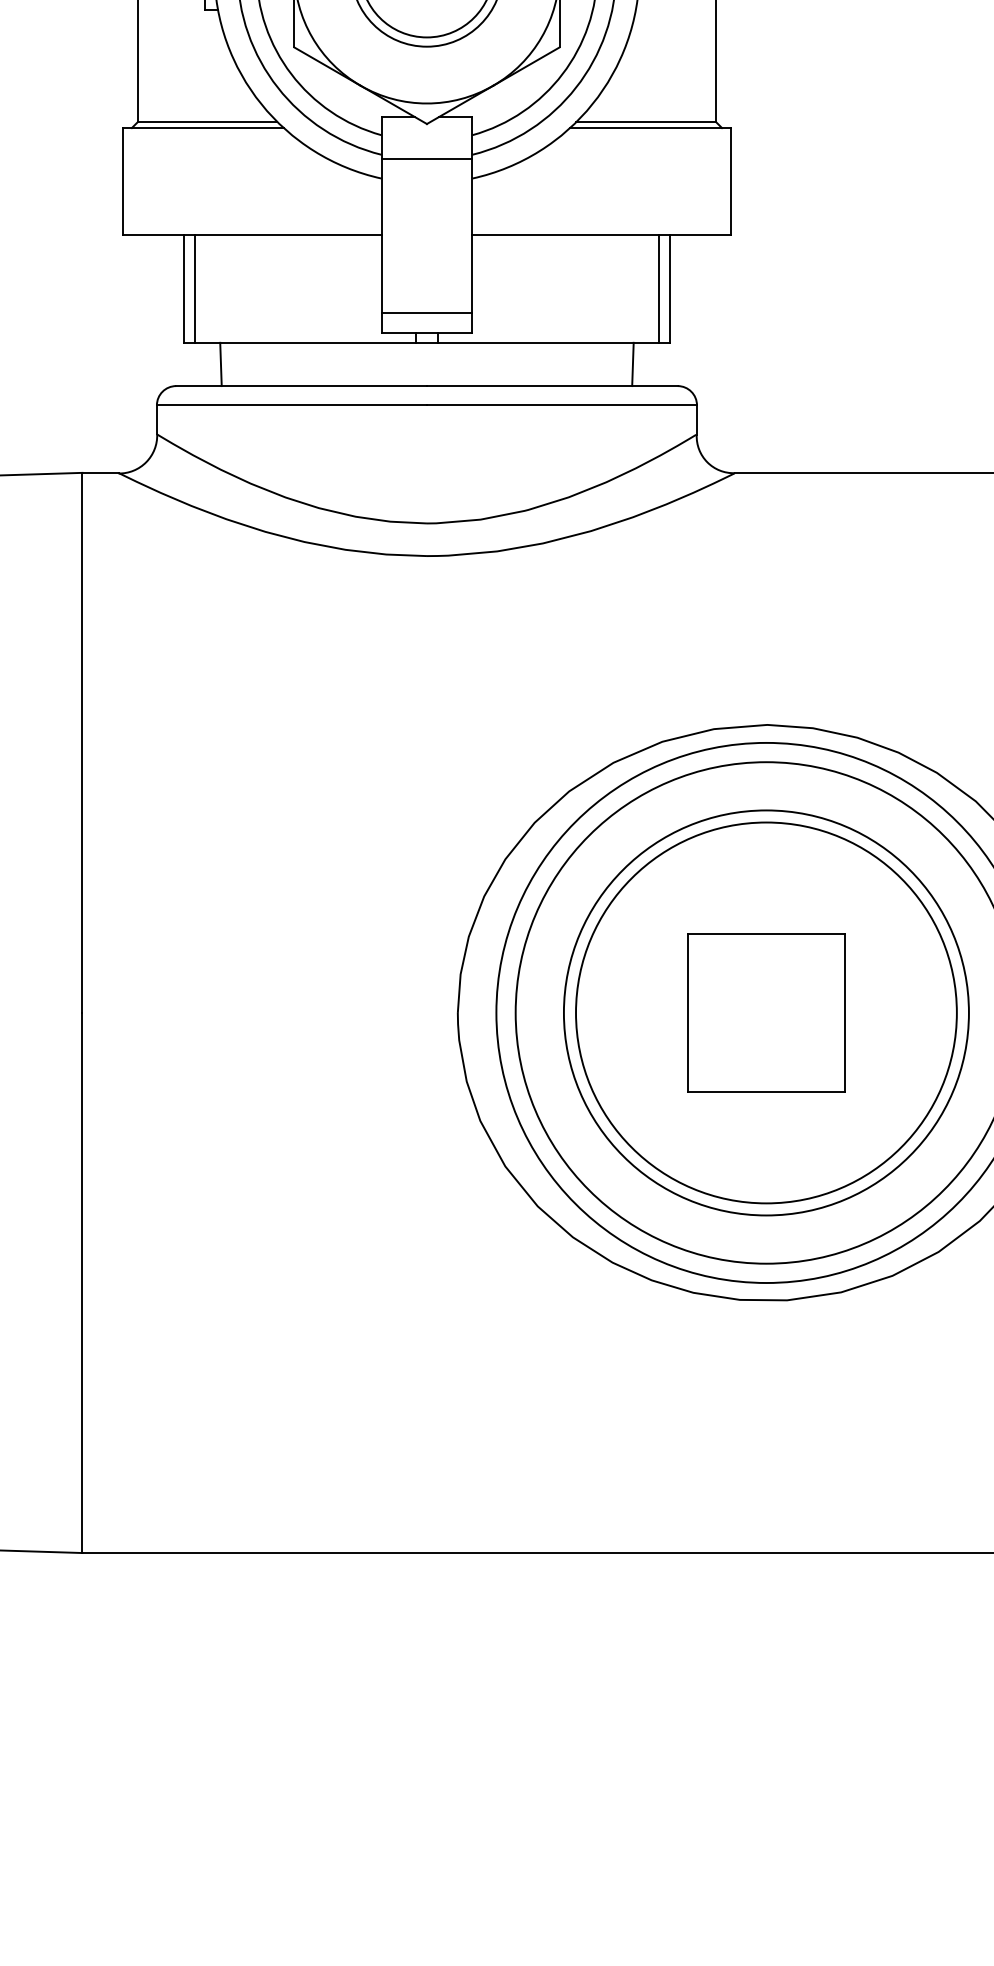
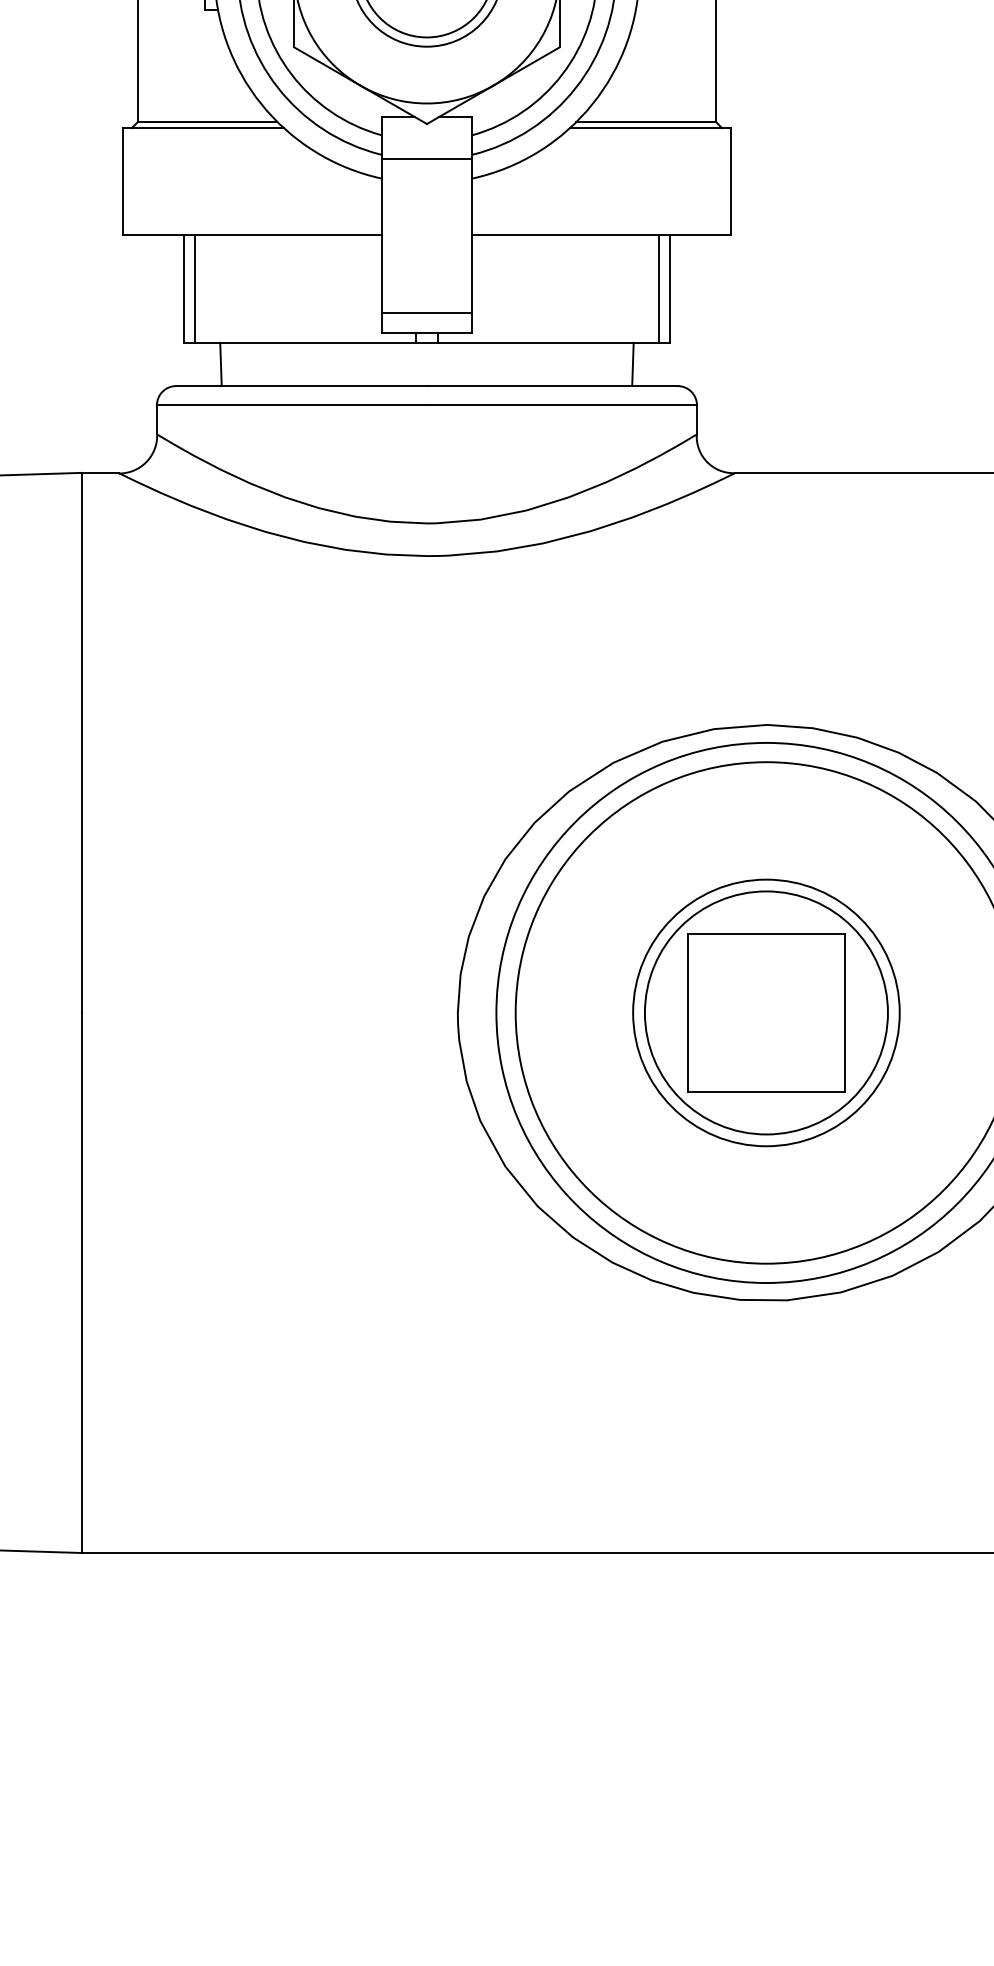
circle at (765, 1012) diameter: 405 px -> 243 px
circle at (766, 1012) diameter: 381 px -> 267 px
